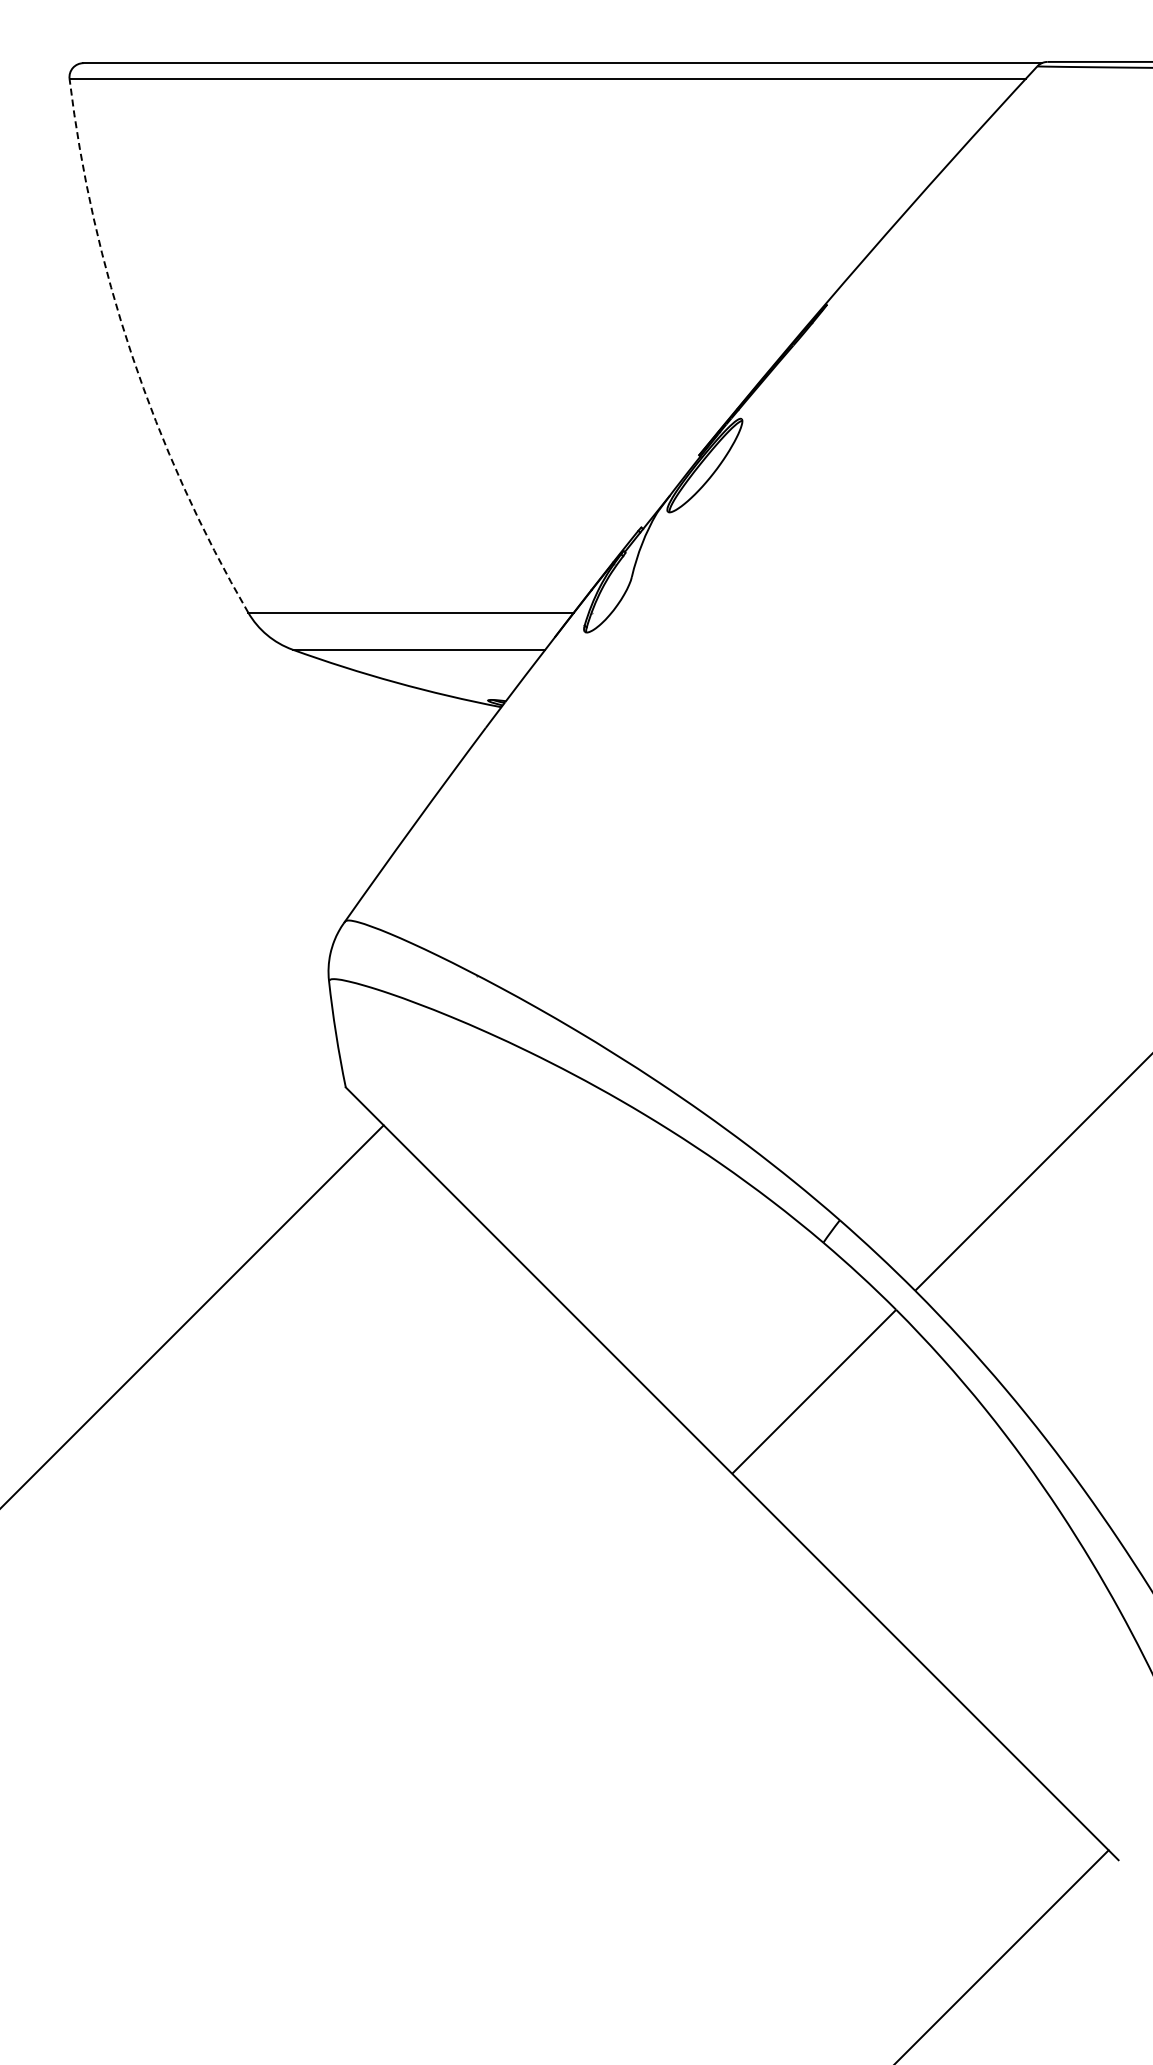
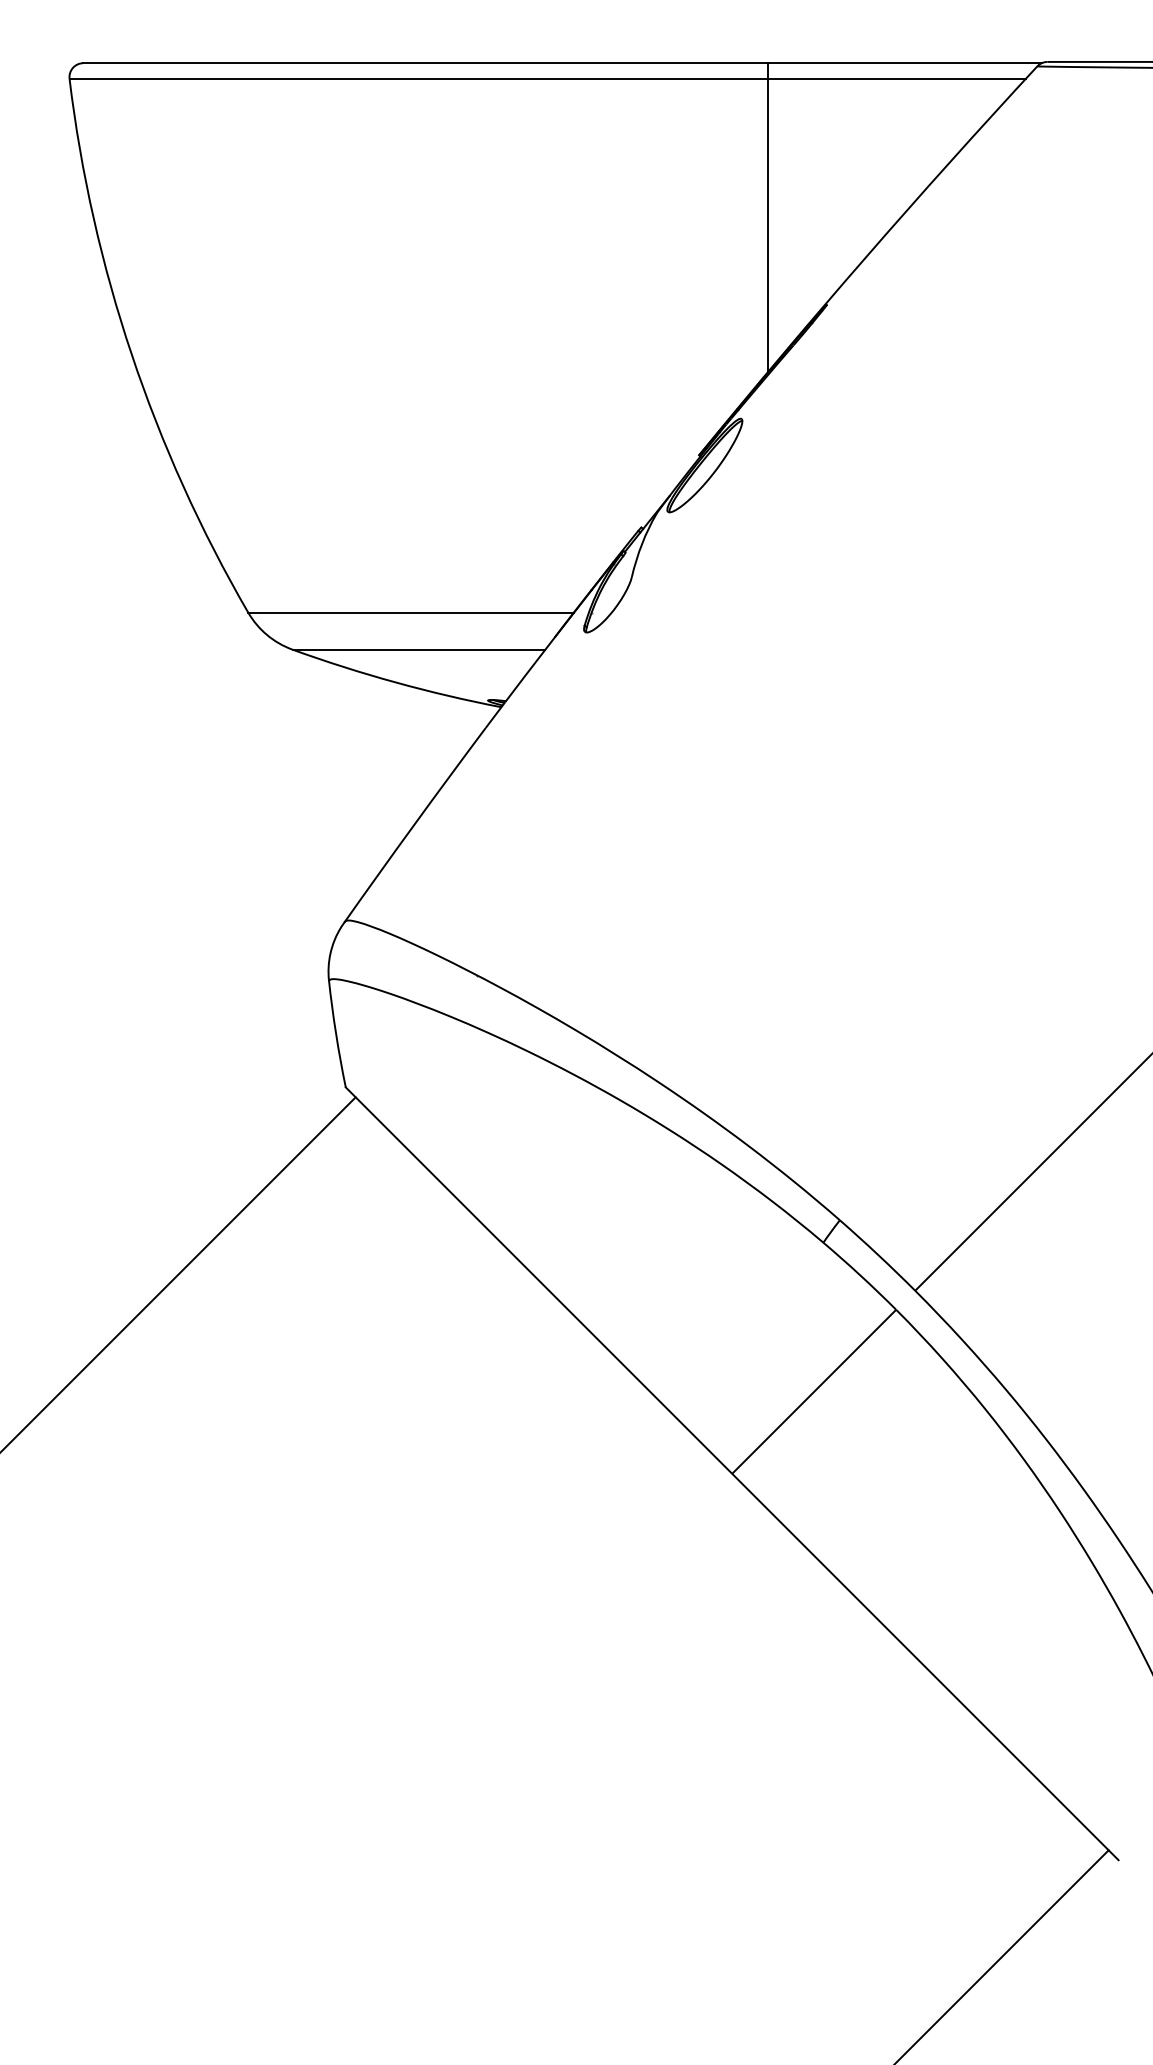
line at (768, 217): none -> present
arc at (131, 354): dashed -> solid
line at (192, 1315) position: (192, 1315) -> (178, 1273)
